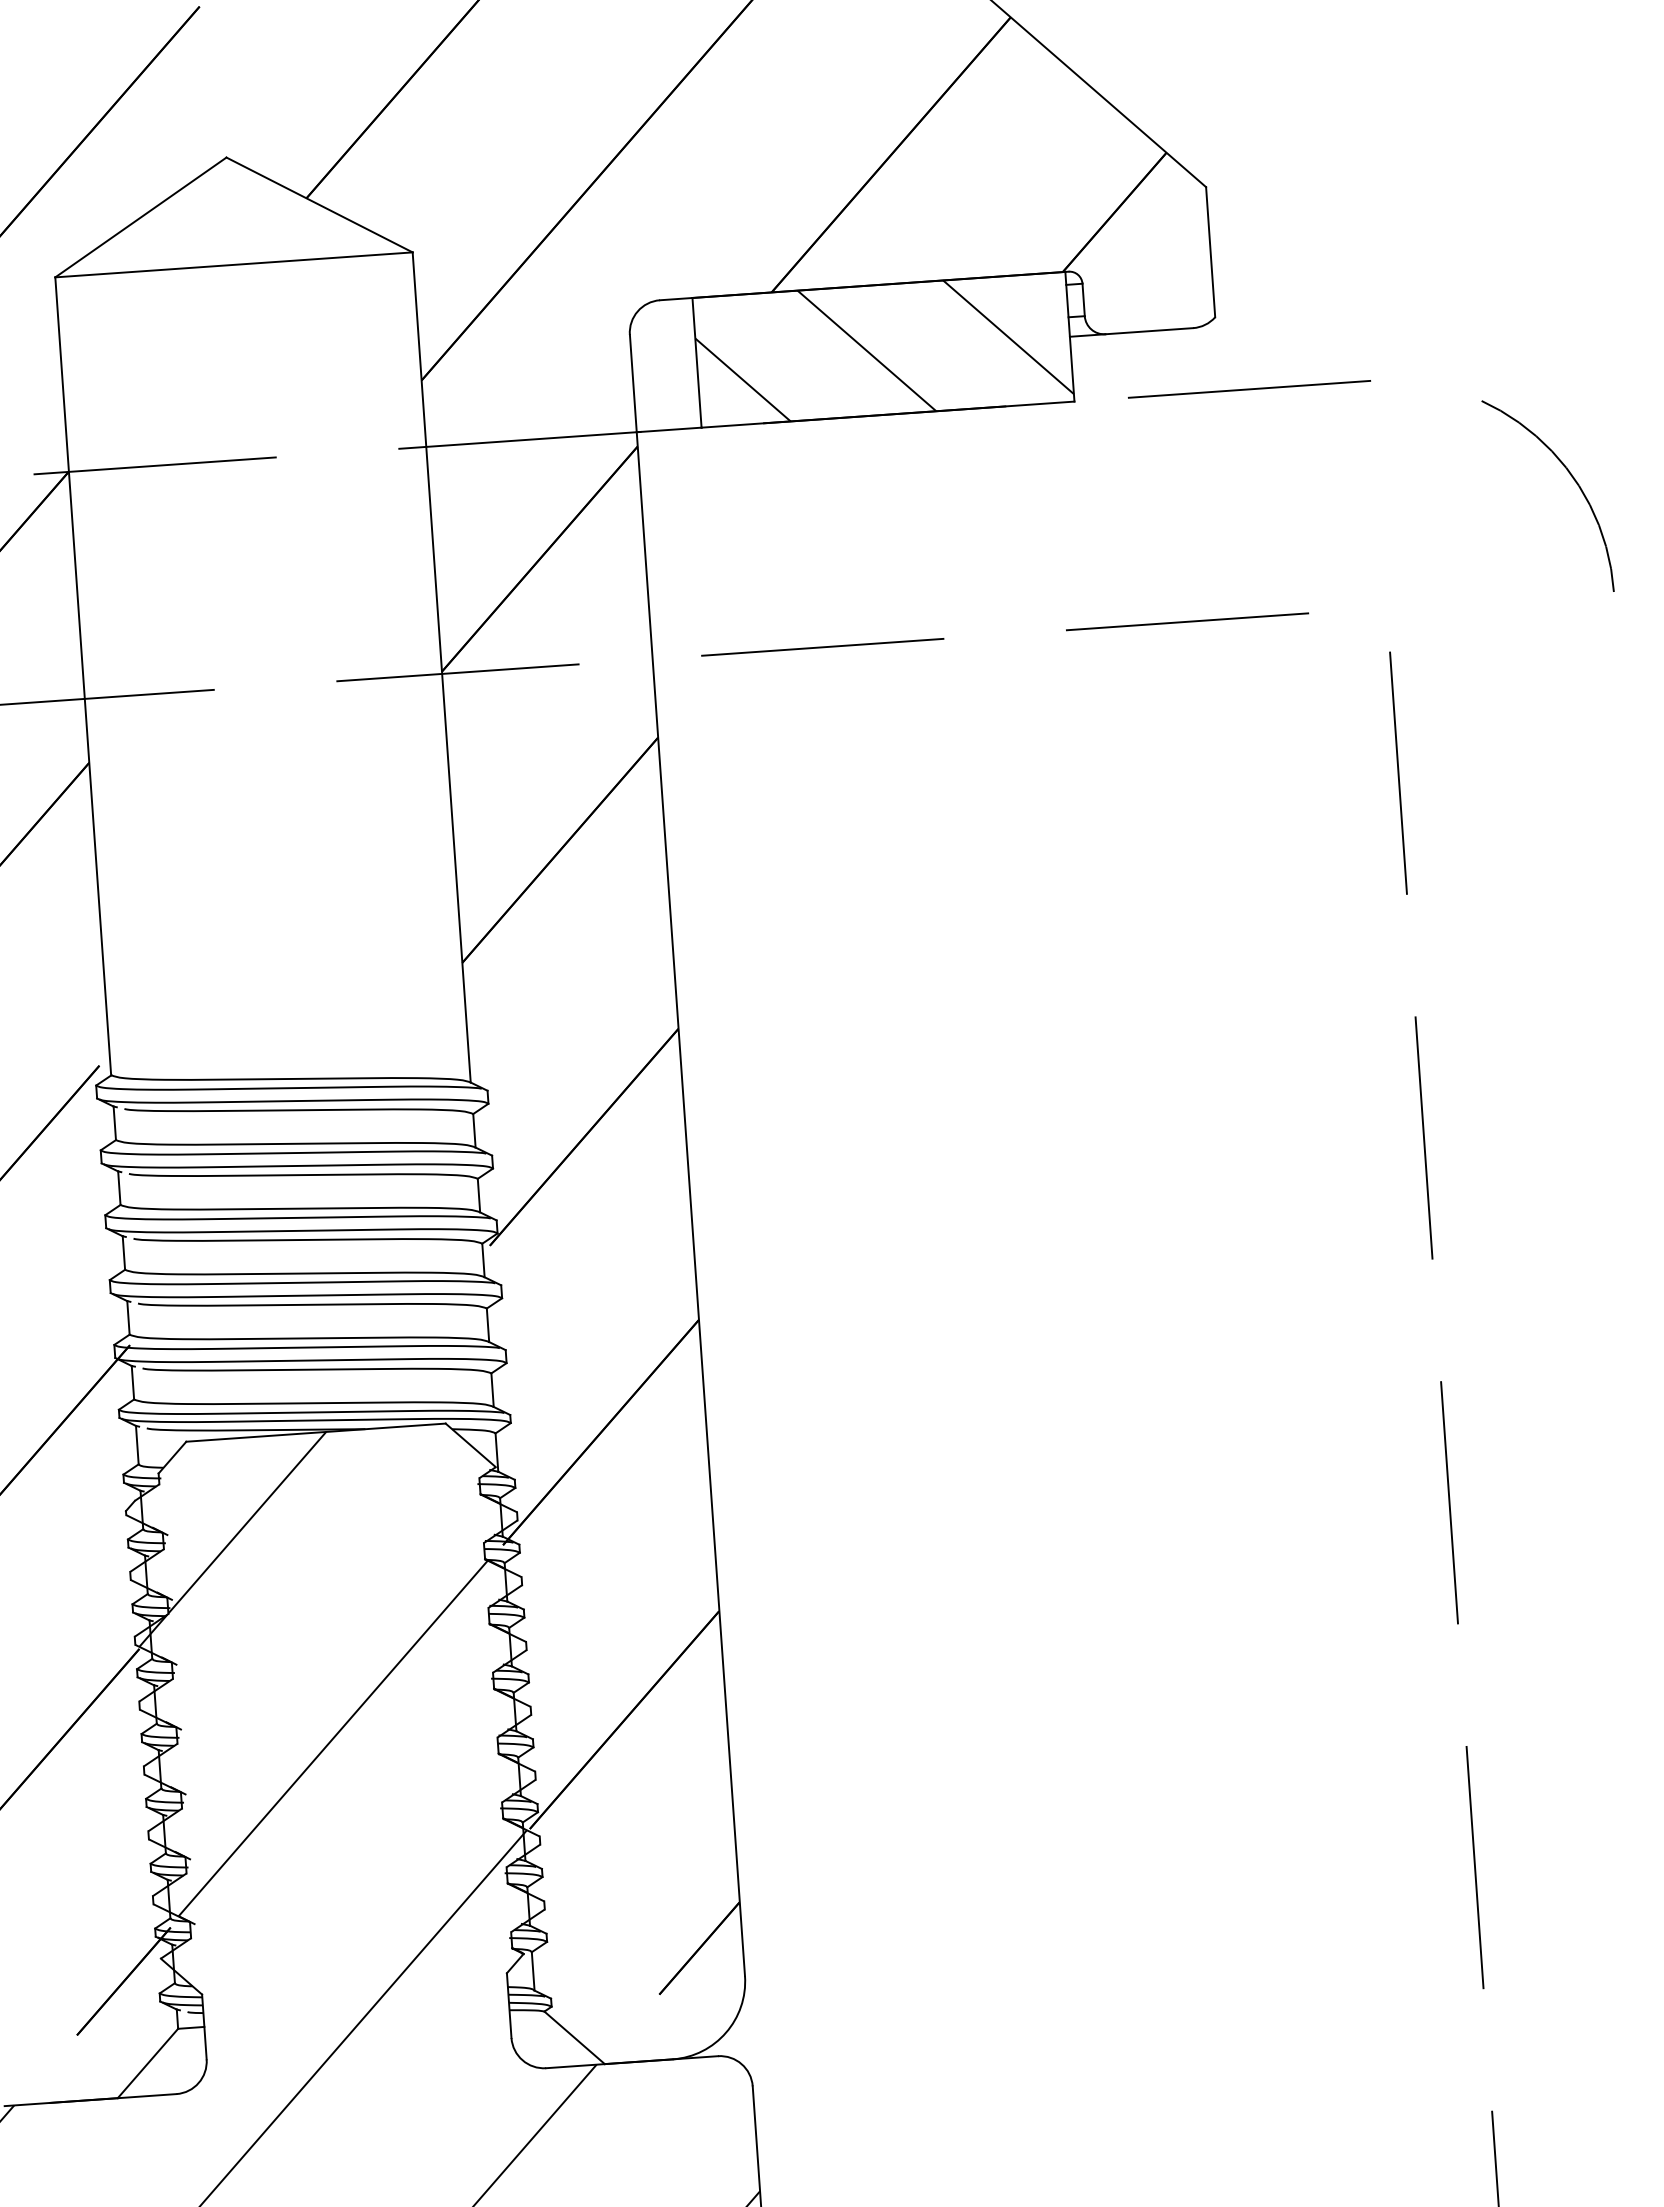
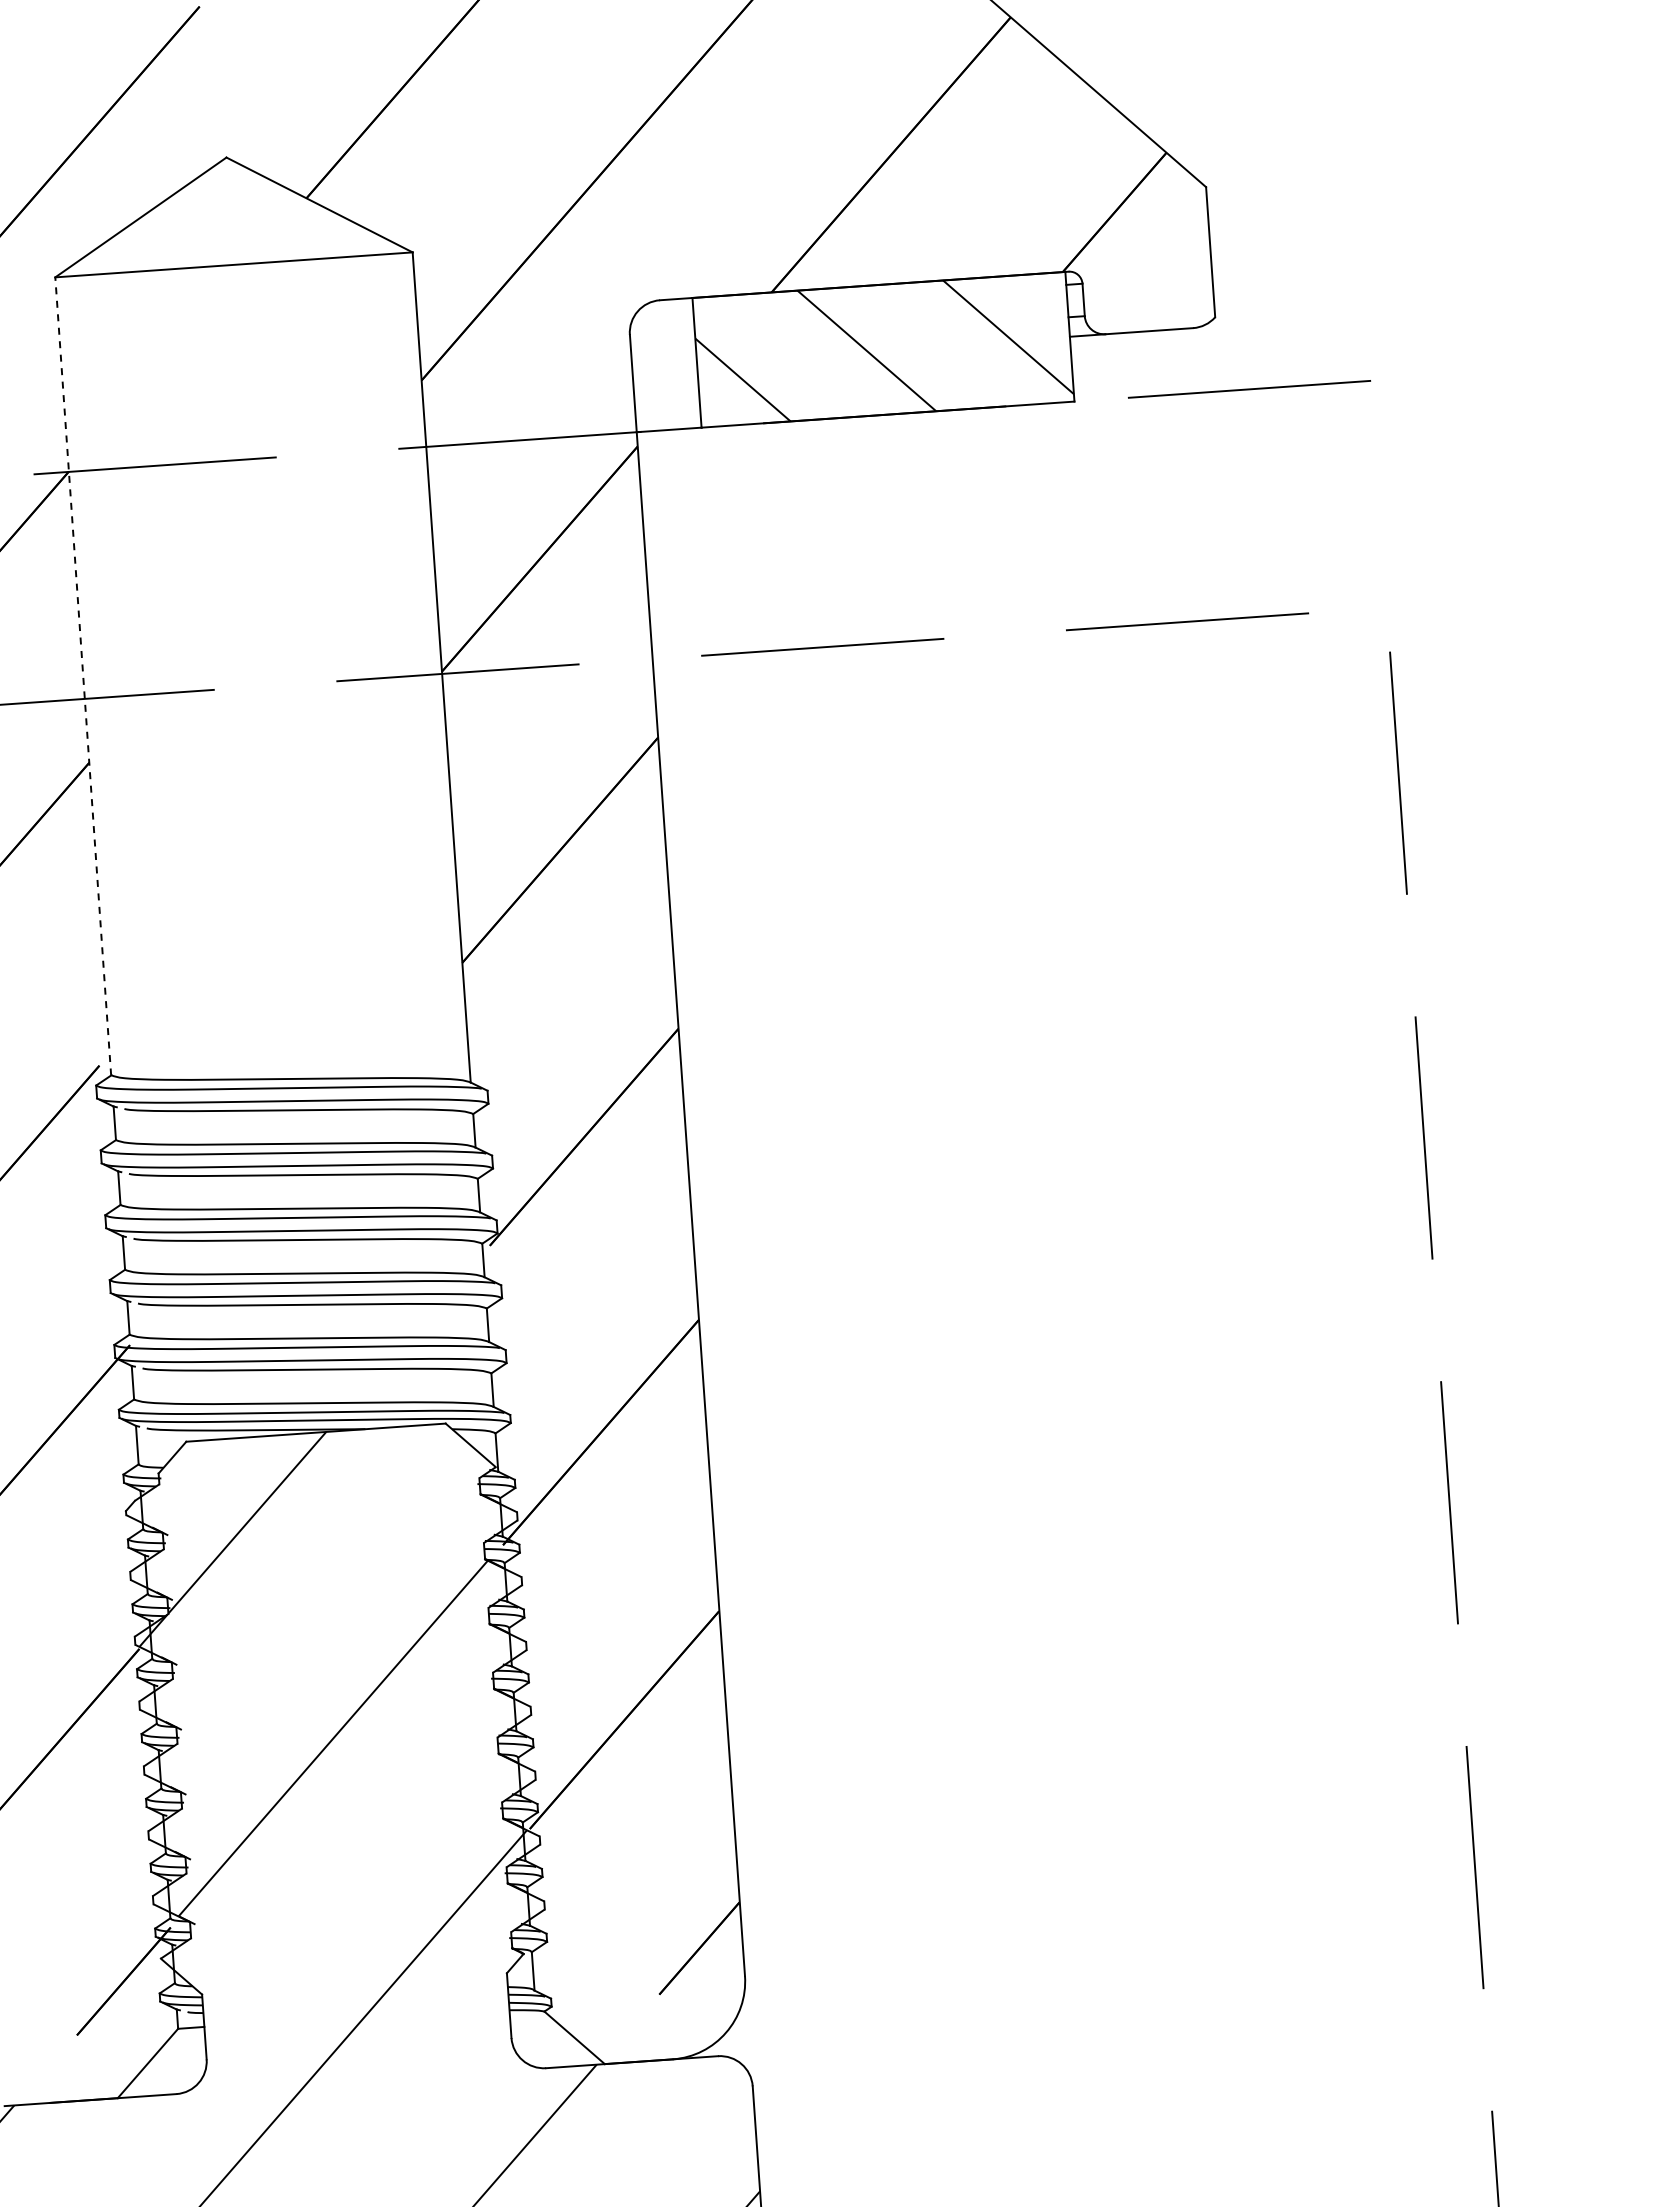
arc at (1572, 478): present -> none
line at (83, 675): solid -> dashed
